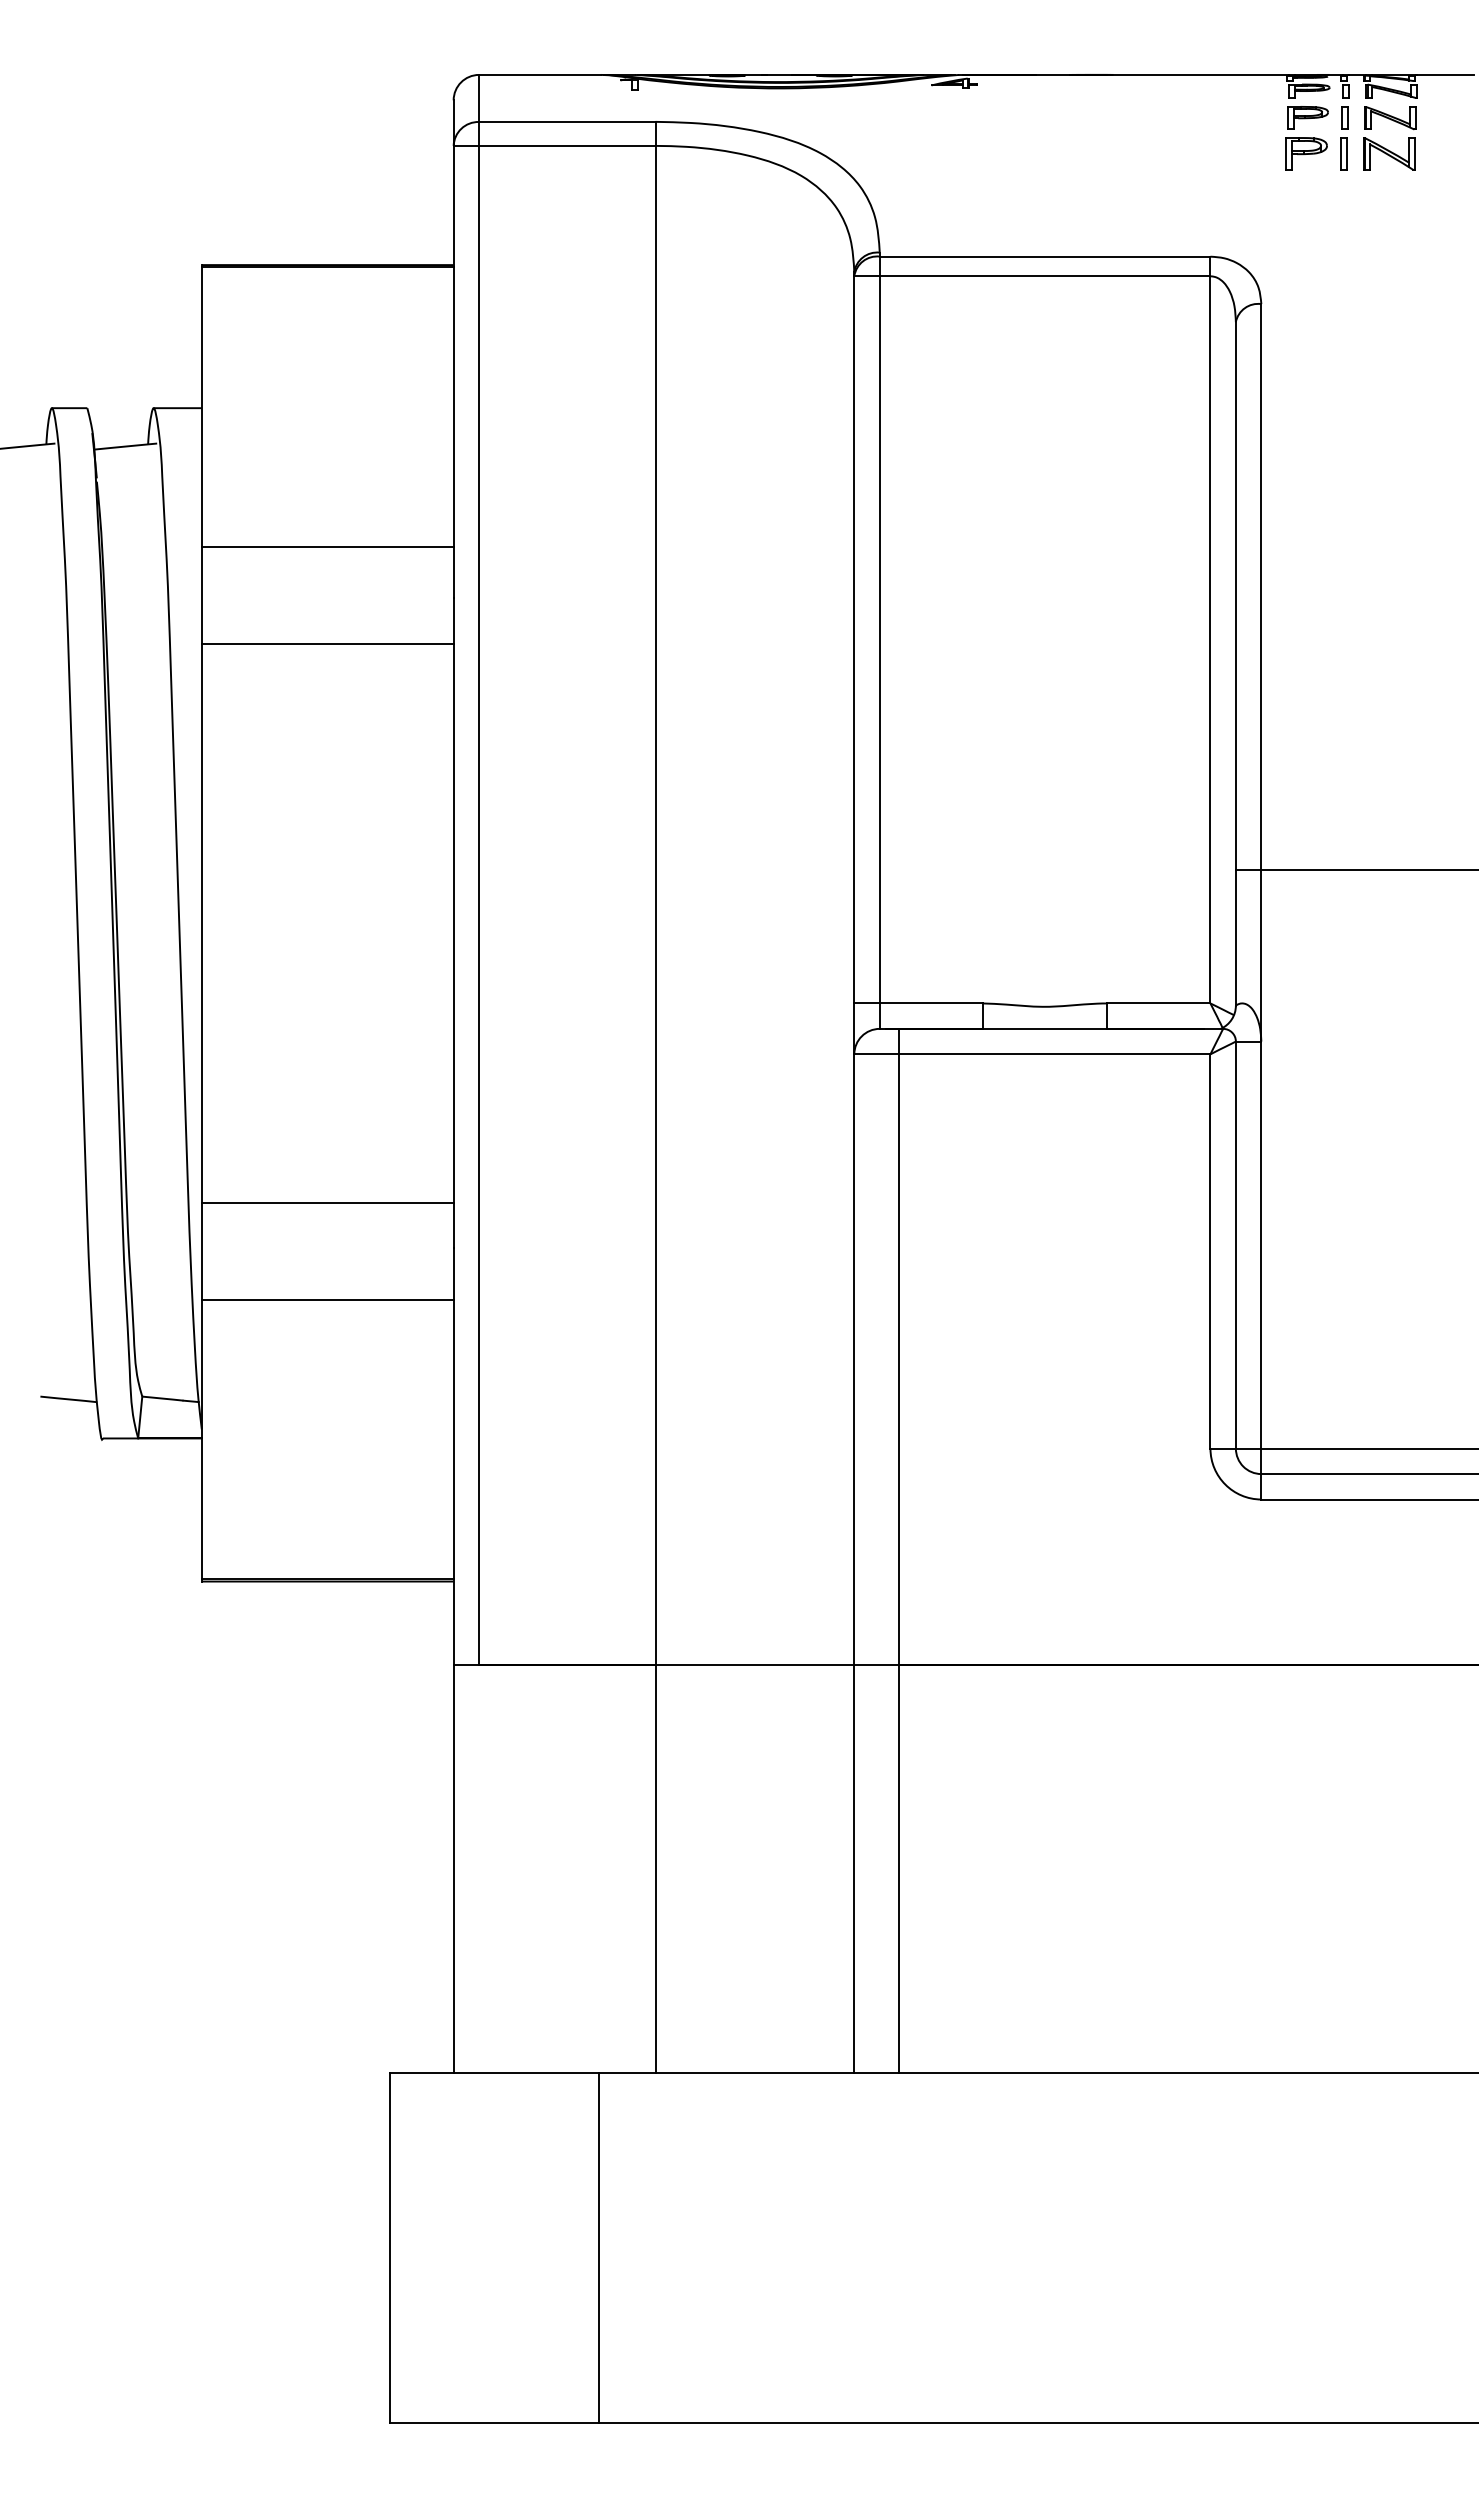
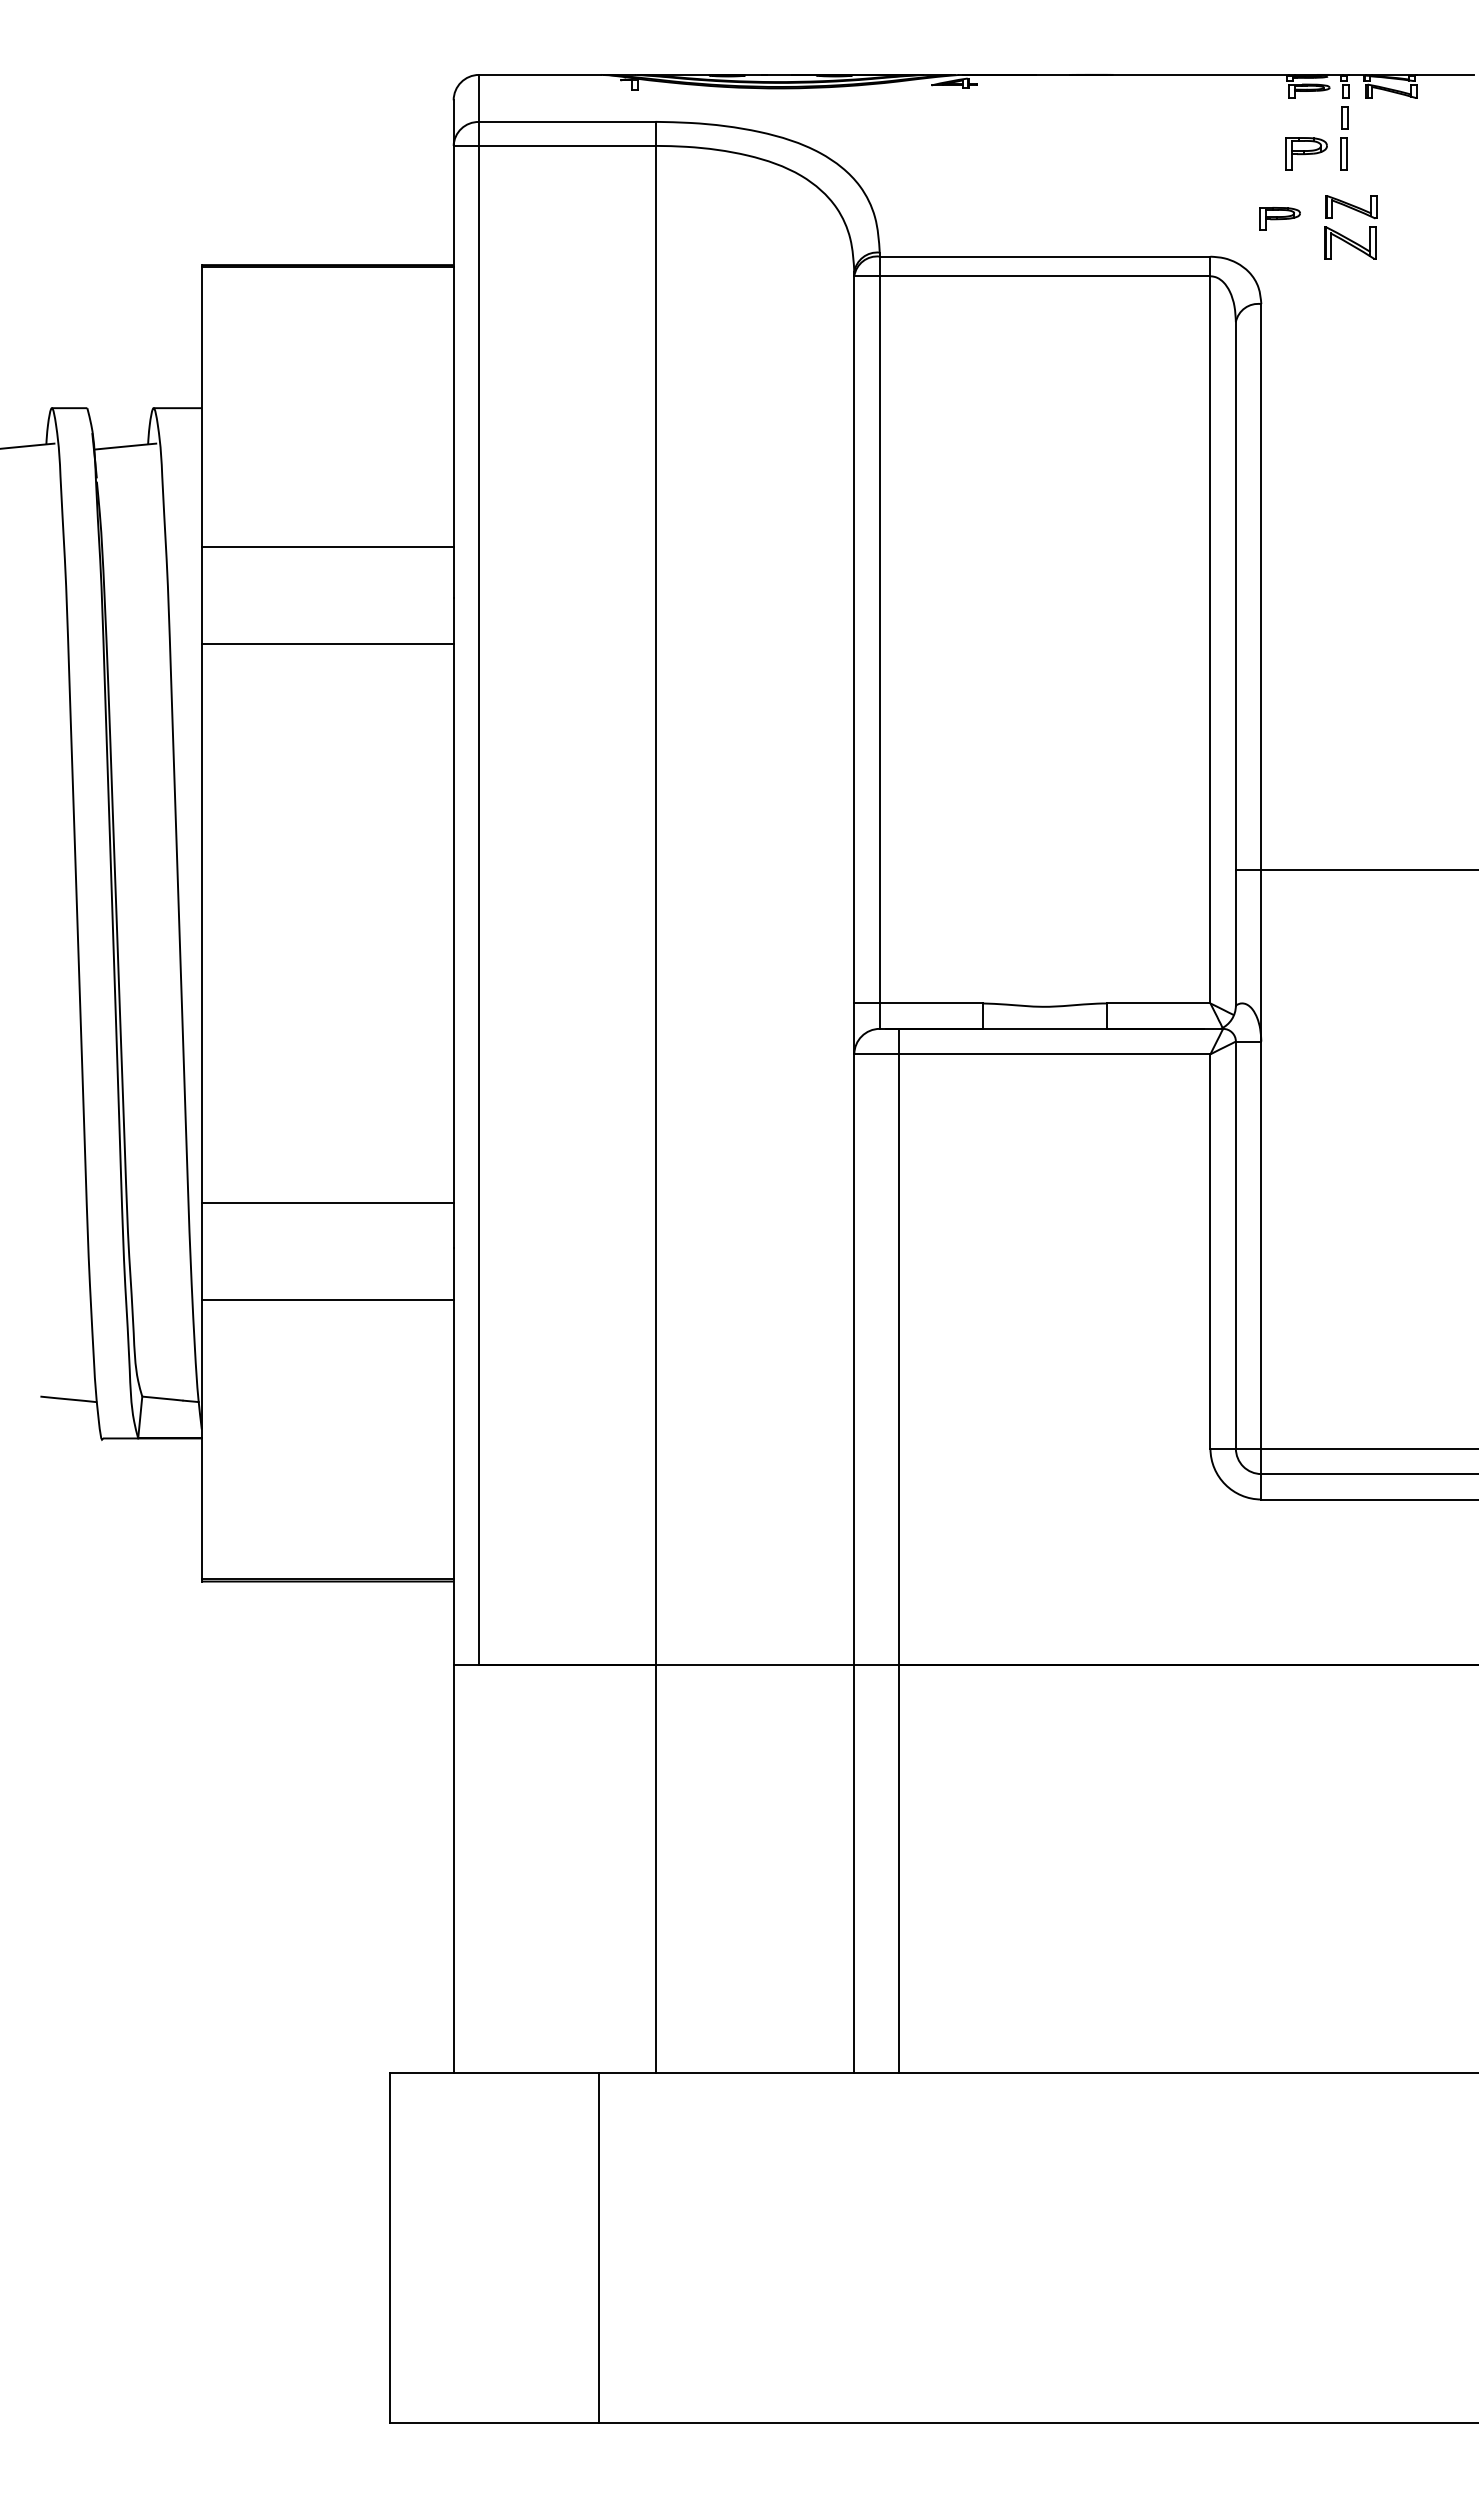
part at (1307, 117) position: (1307, 117) -> (1279, 218)
part at (1383, 146) position: (1383, 146) -> (1344, 235)
